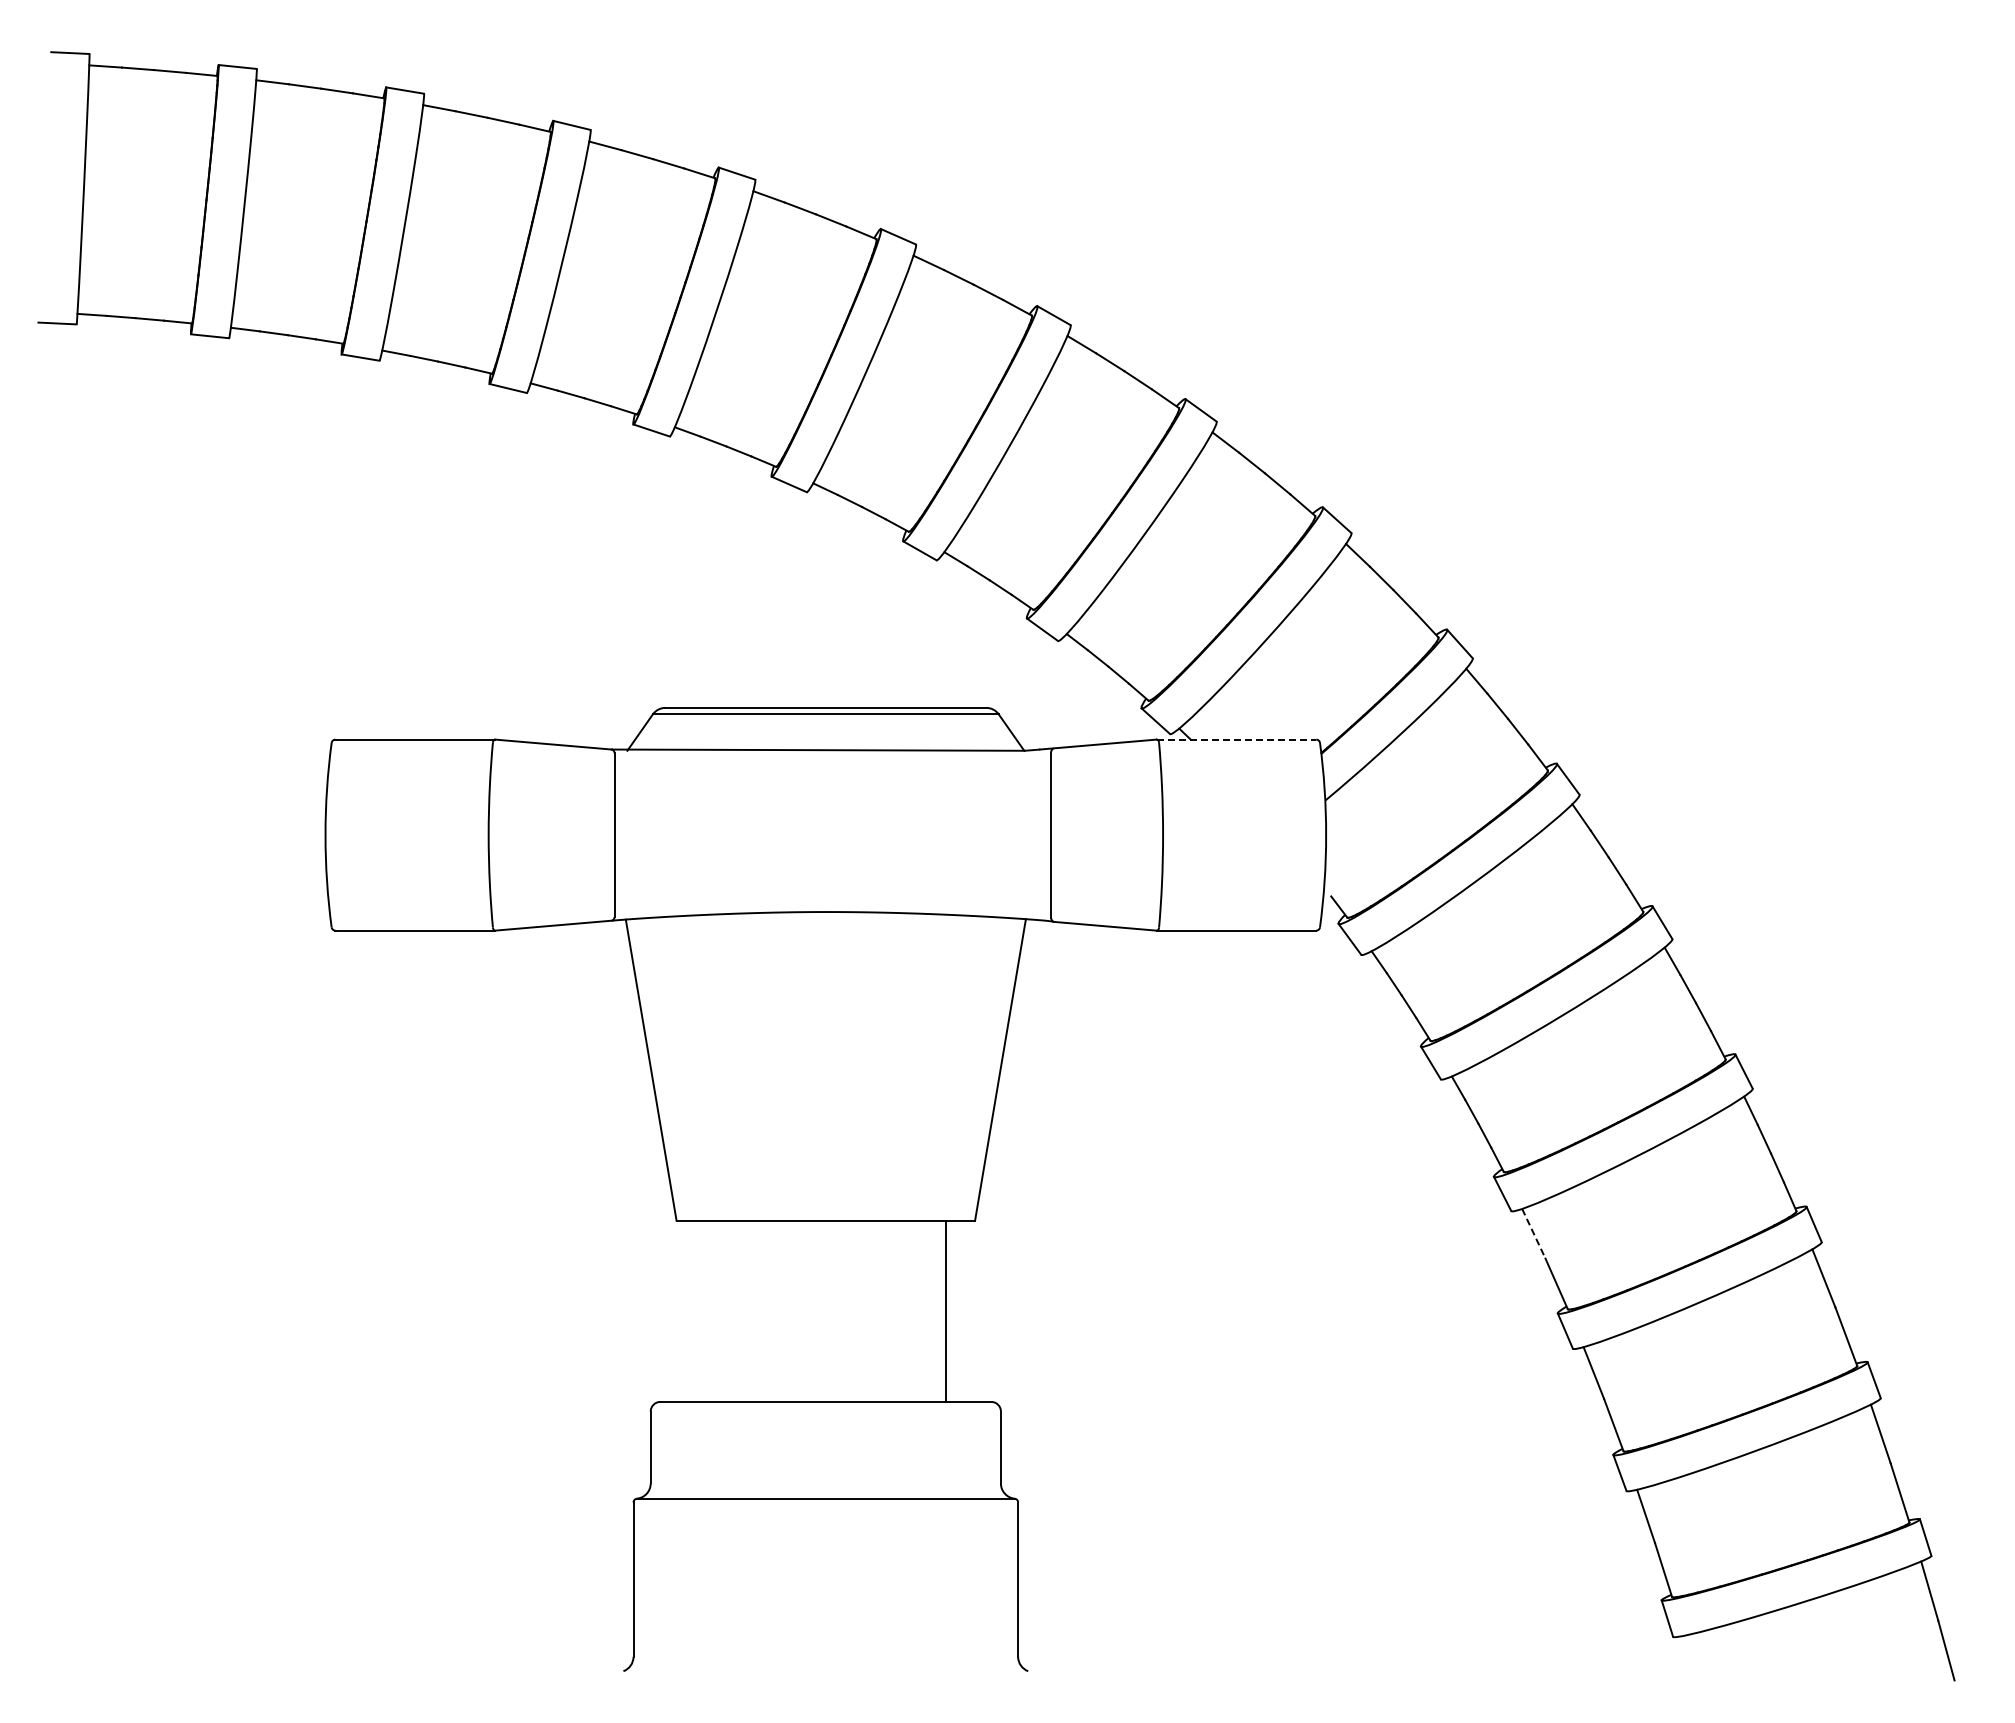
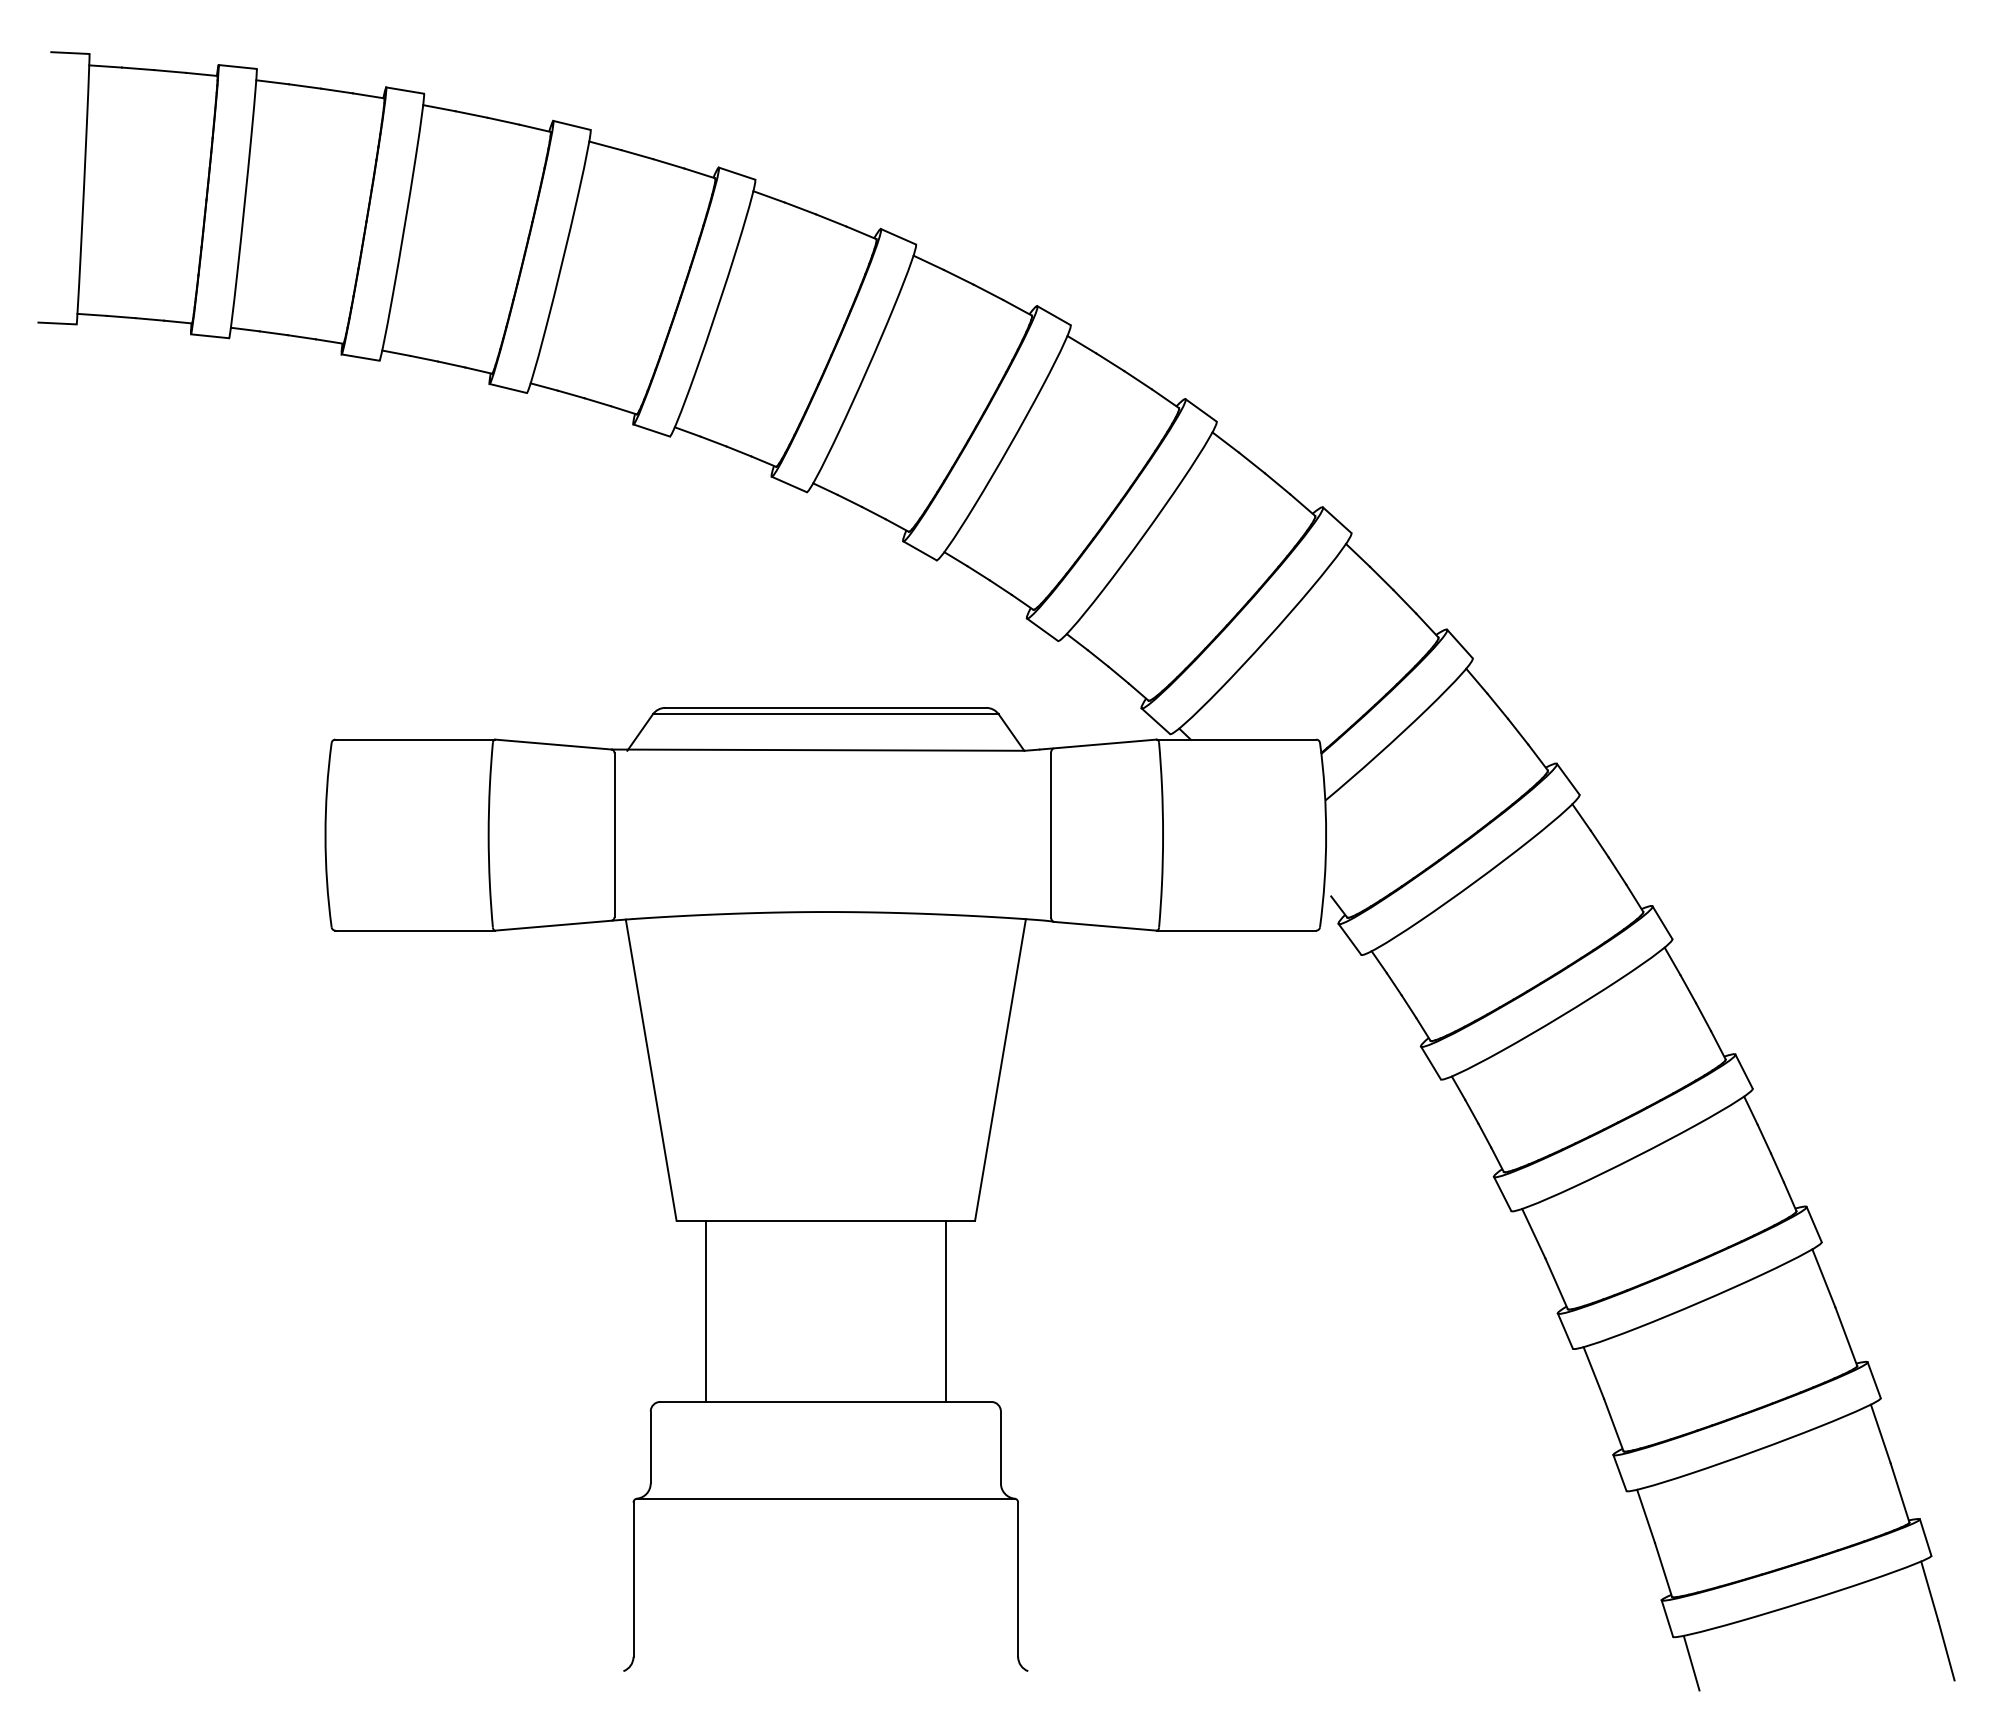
line at (1236, 739): dashed -> solid
line at (1534, 1234): dashed -> solid
line at (705, 1310): none -> present
line at (1691, 1662): none -> present
